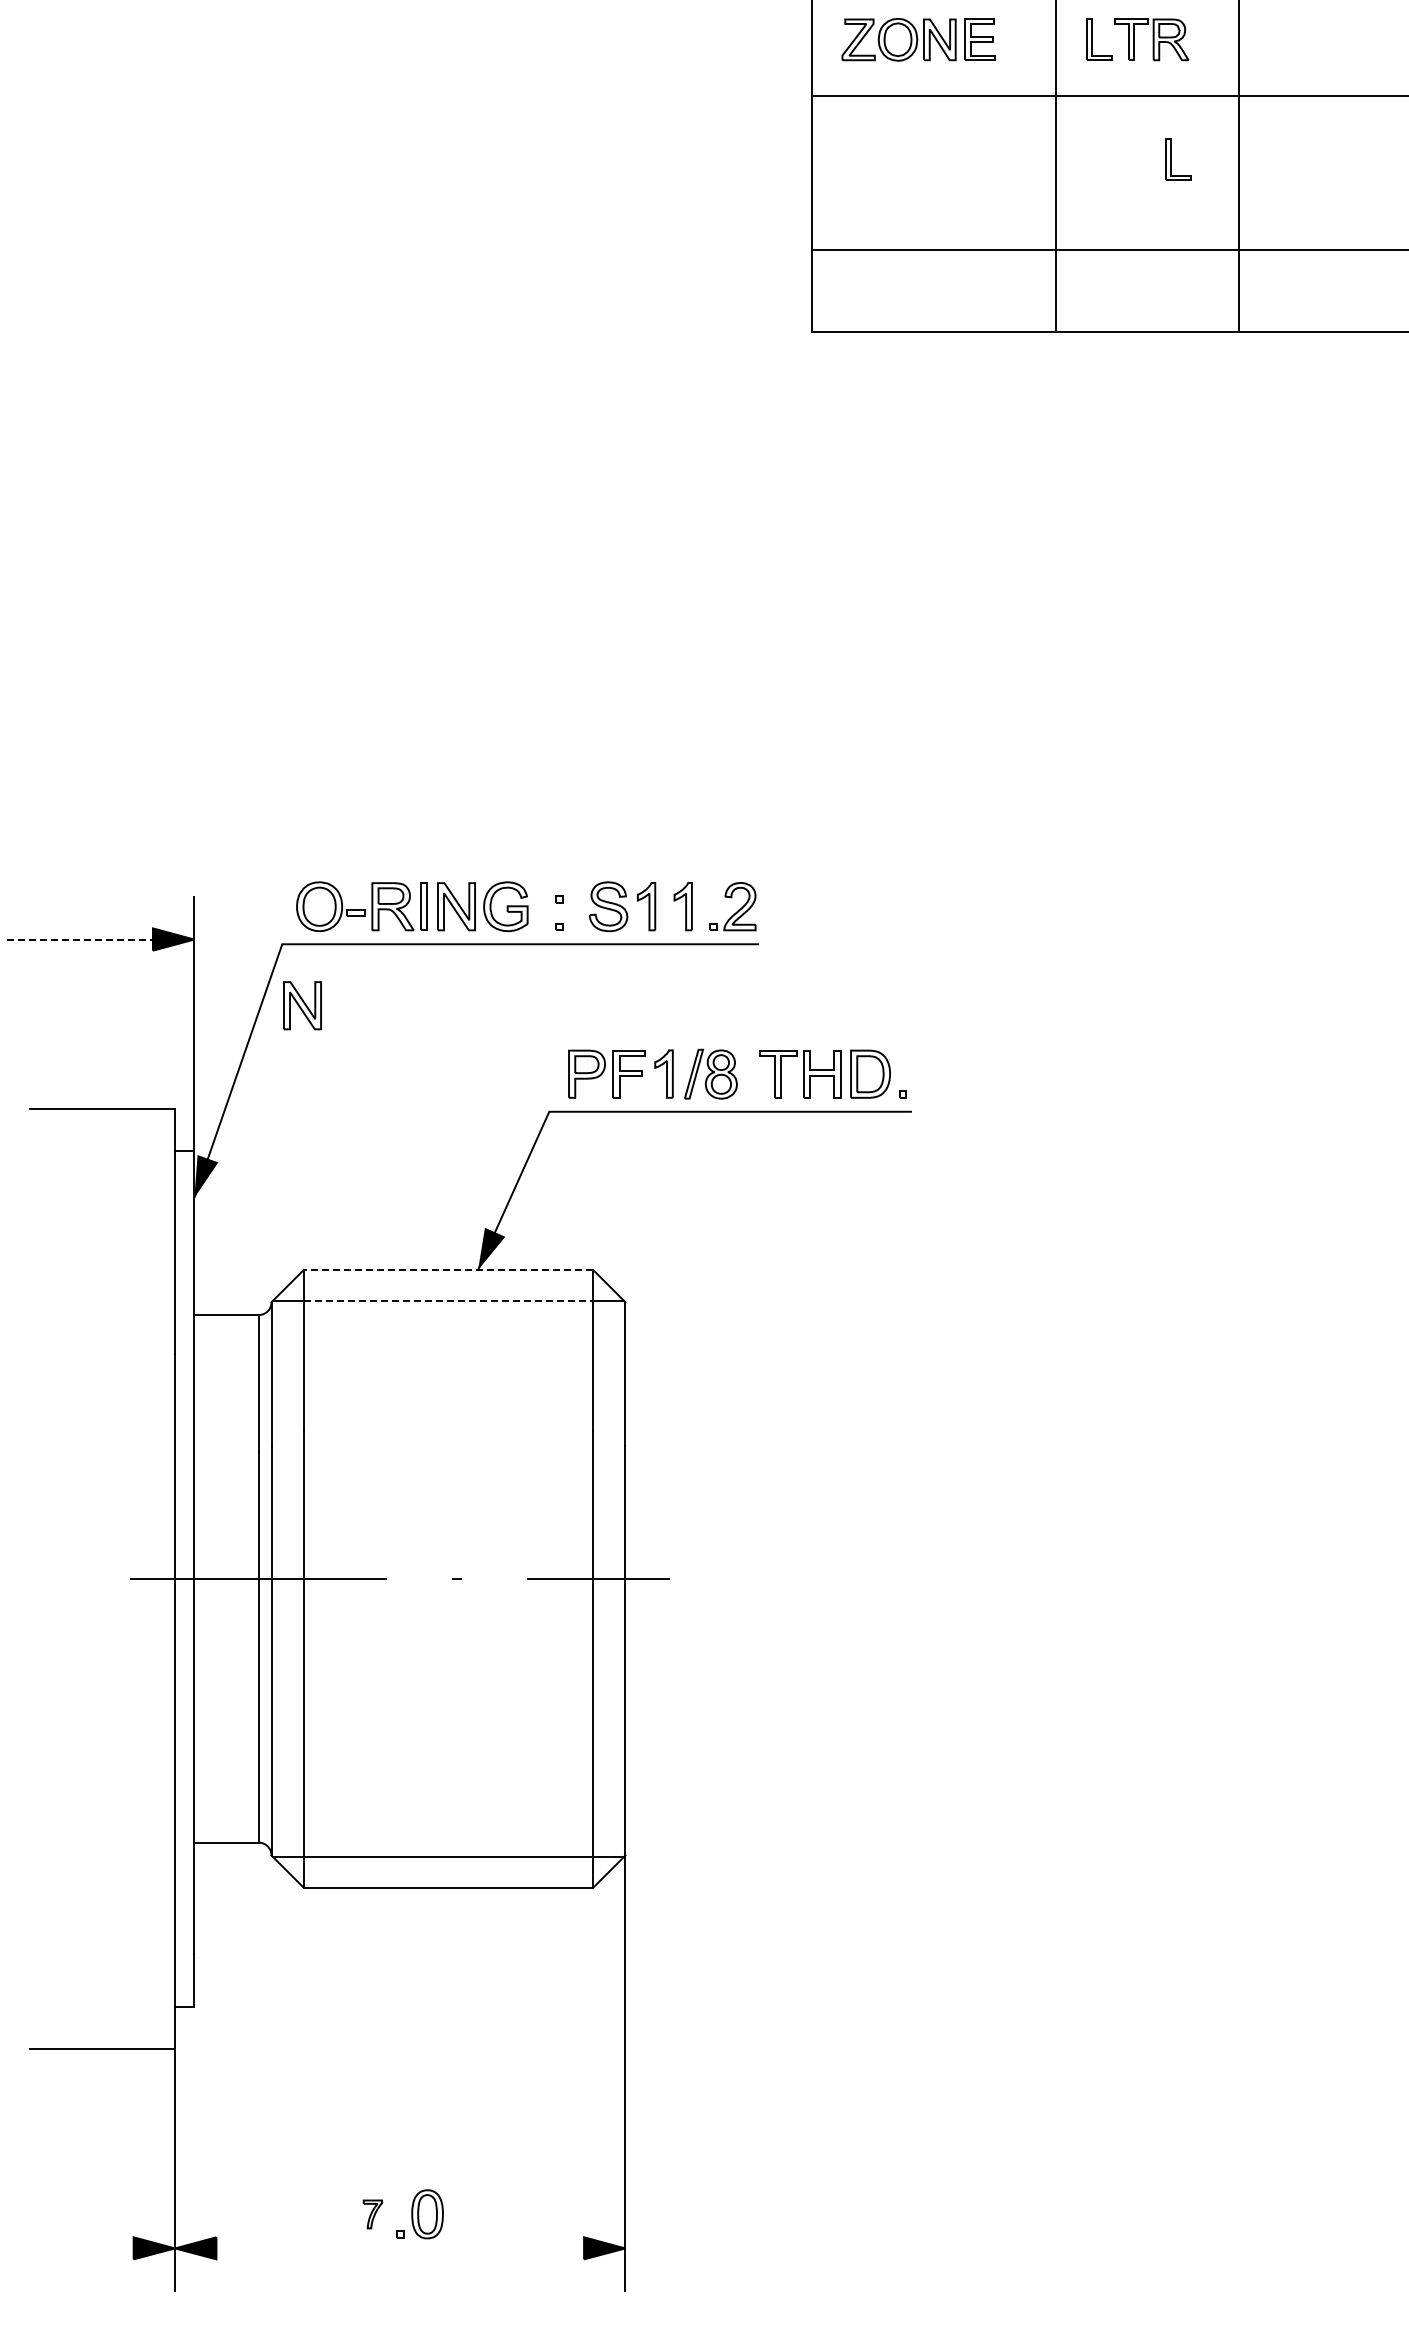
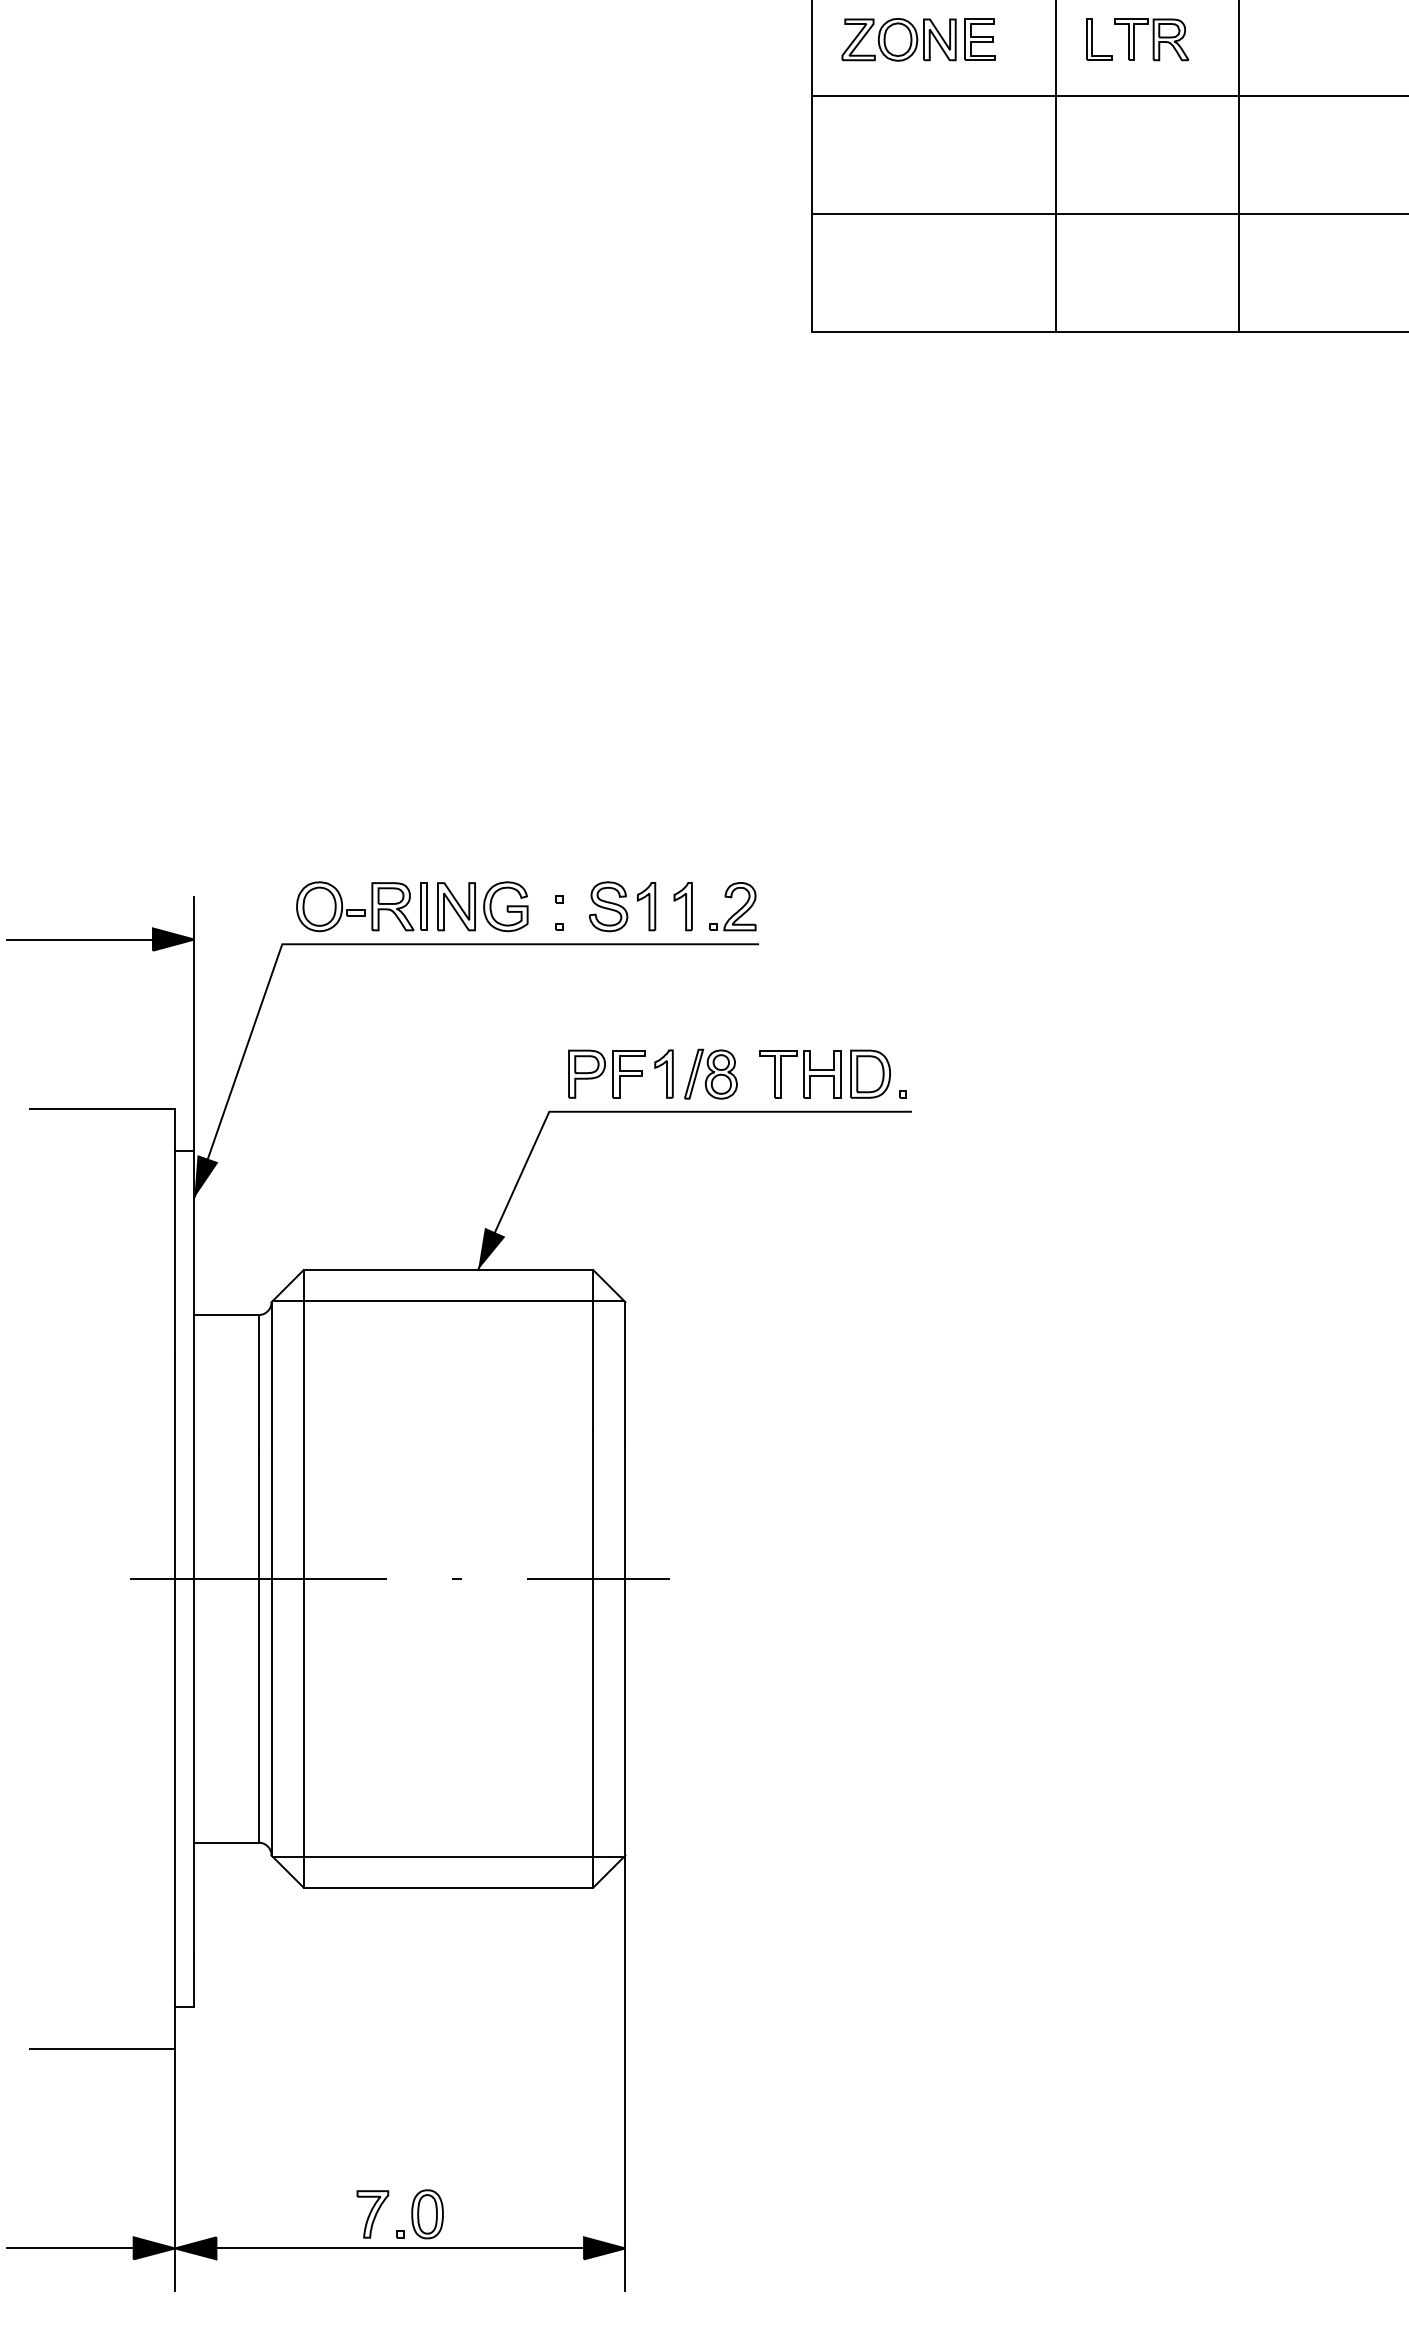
part at (1171, 159): present -> none
line at (1108, 250) position: (1108, 250) -> (1108, 214)
line at (80, 939): dashed -> solid
part at (302, 1005): present -> none
line at (448, 1270): dashed -> solid
line at (448, 1300): dashed -> solid
part at (372, 2214) size: 21x31 px -> 34x49 px
line at (70, 2248): none -> present
line at (400, 2248): none -> present
